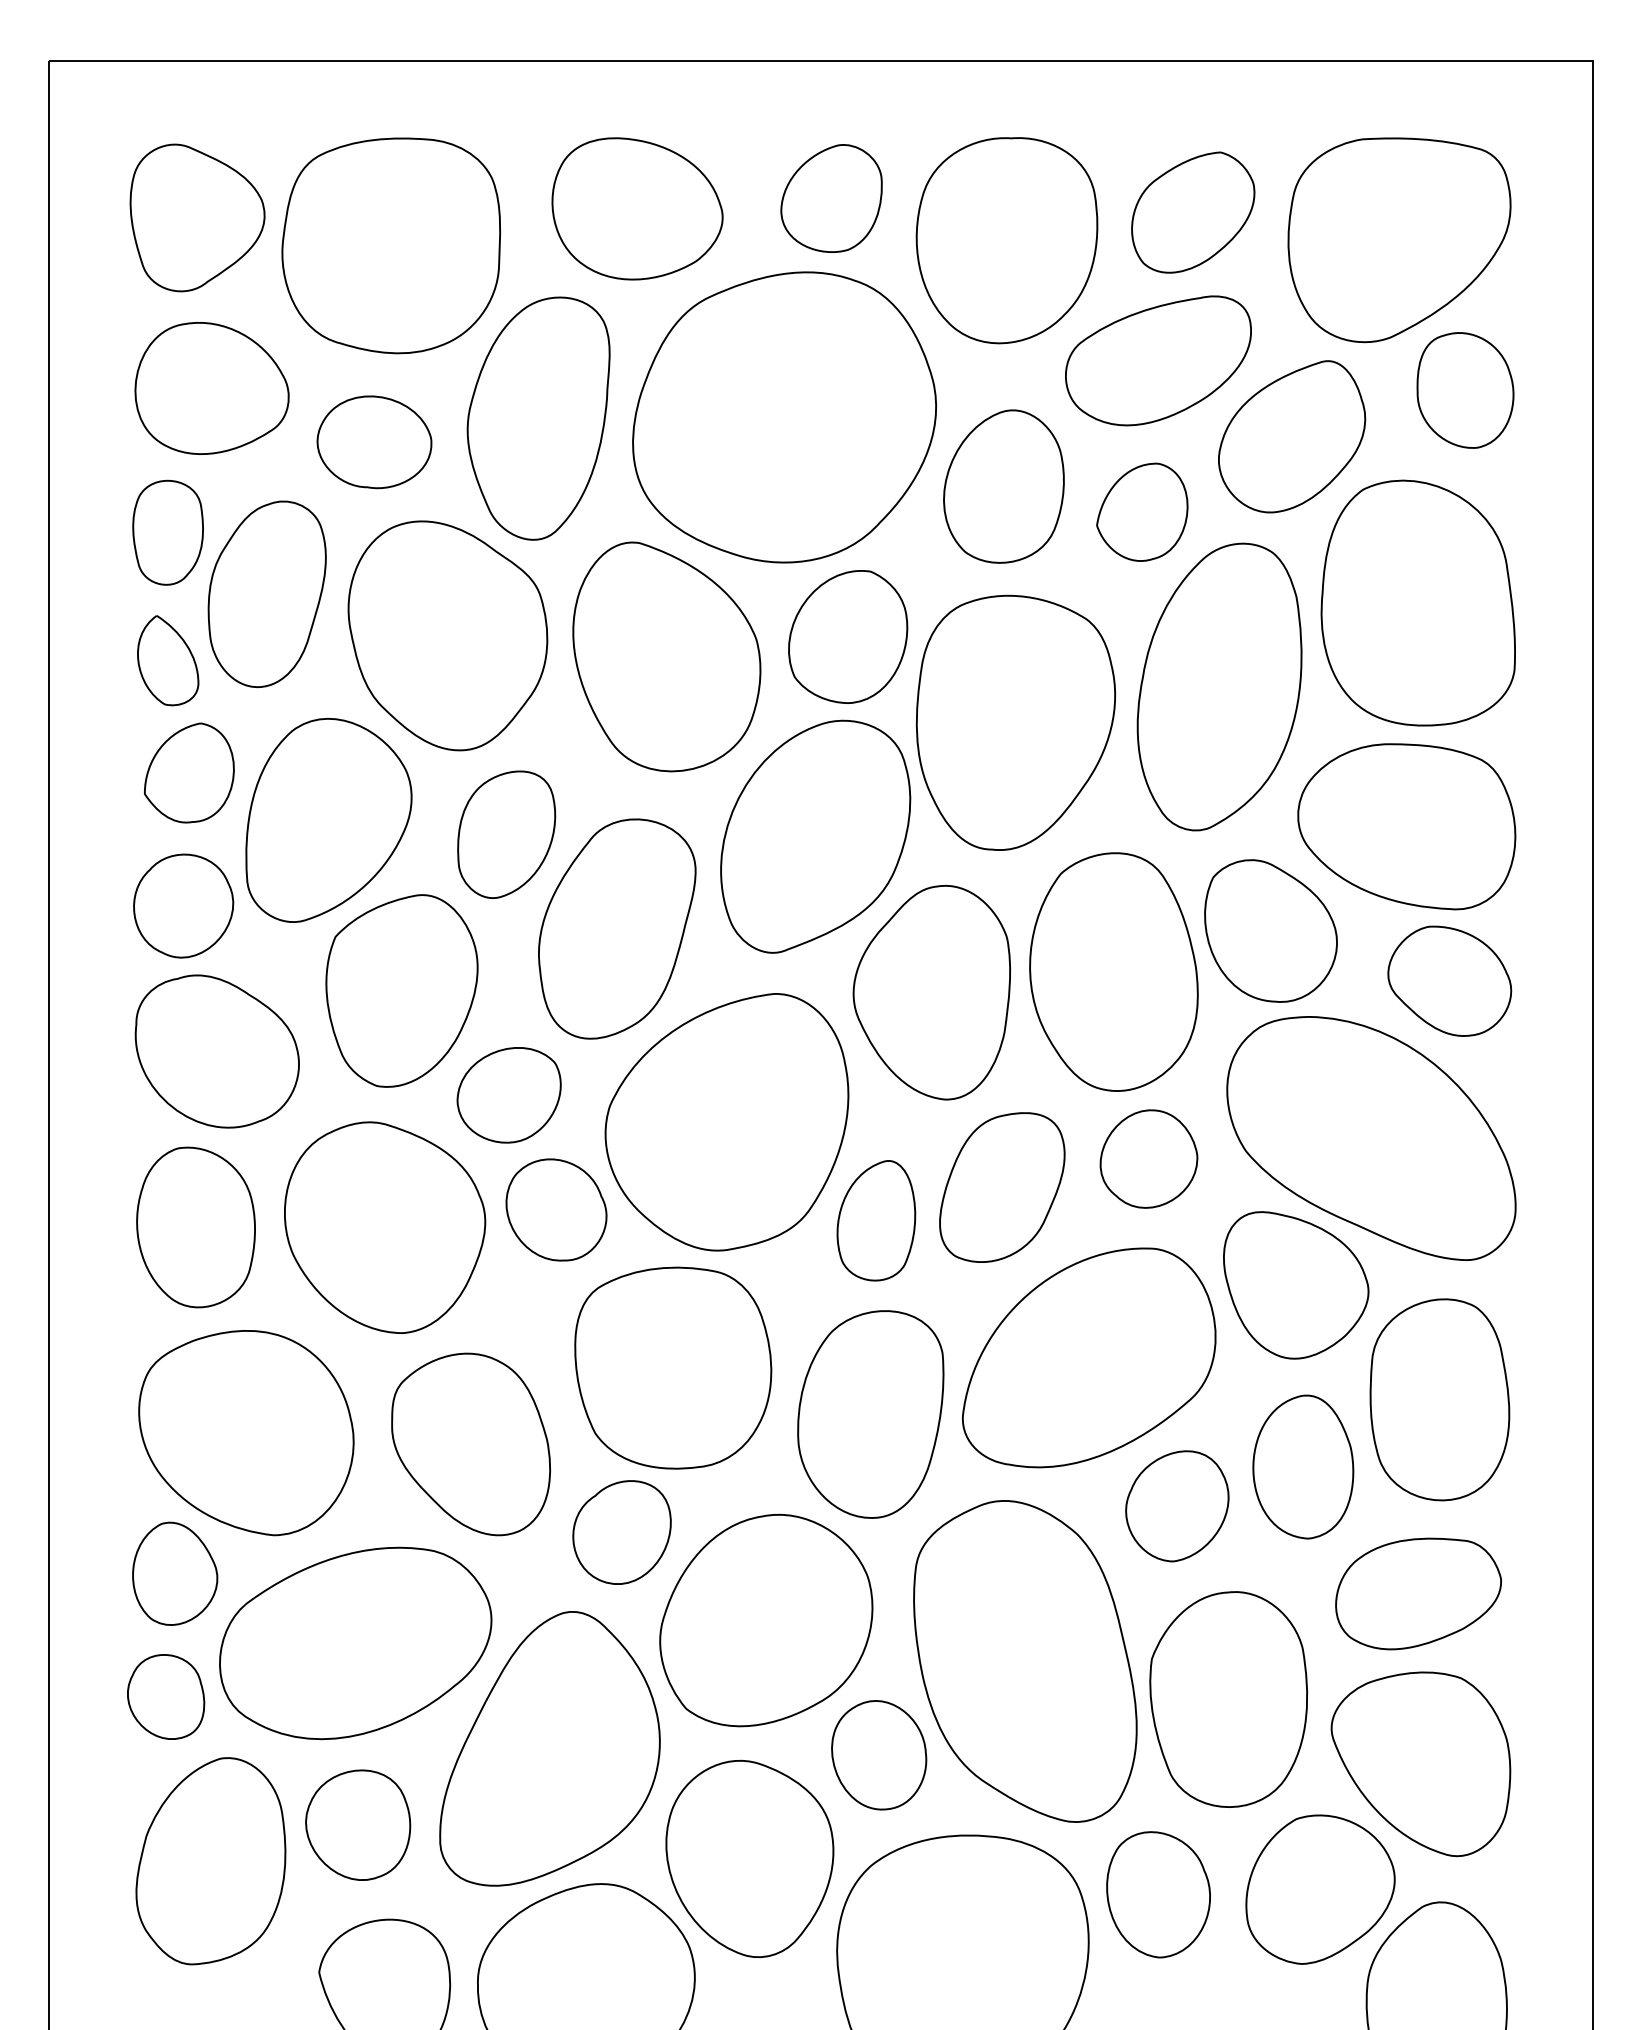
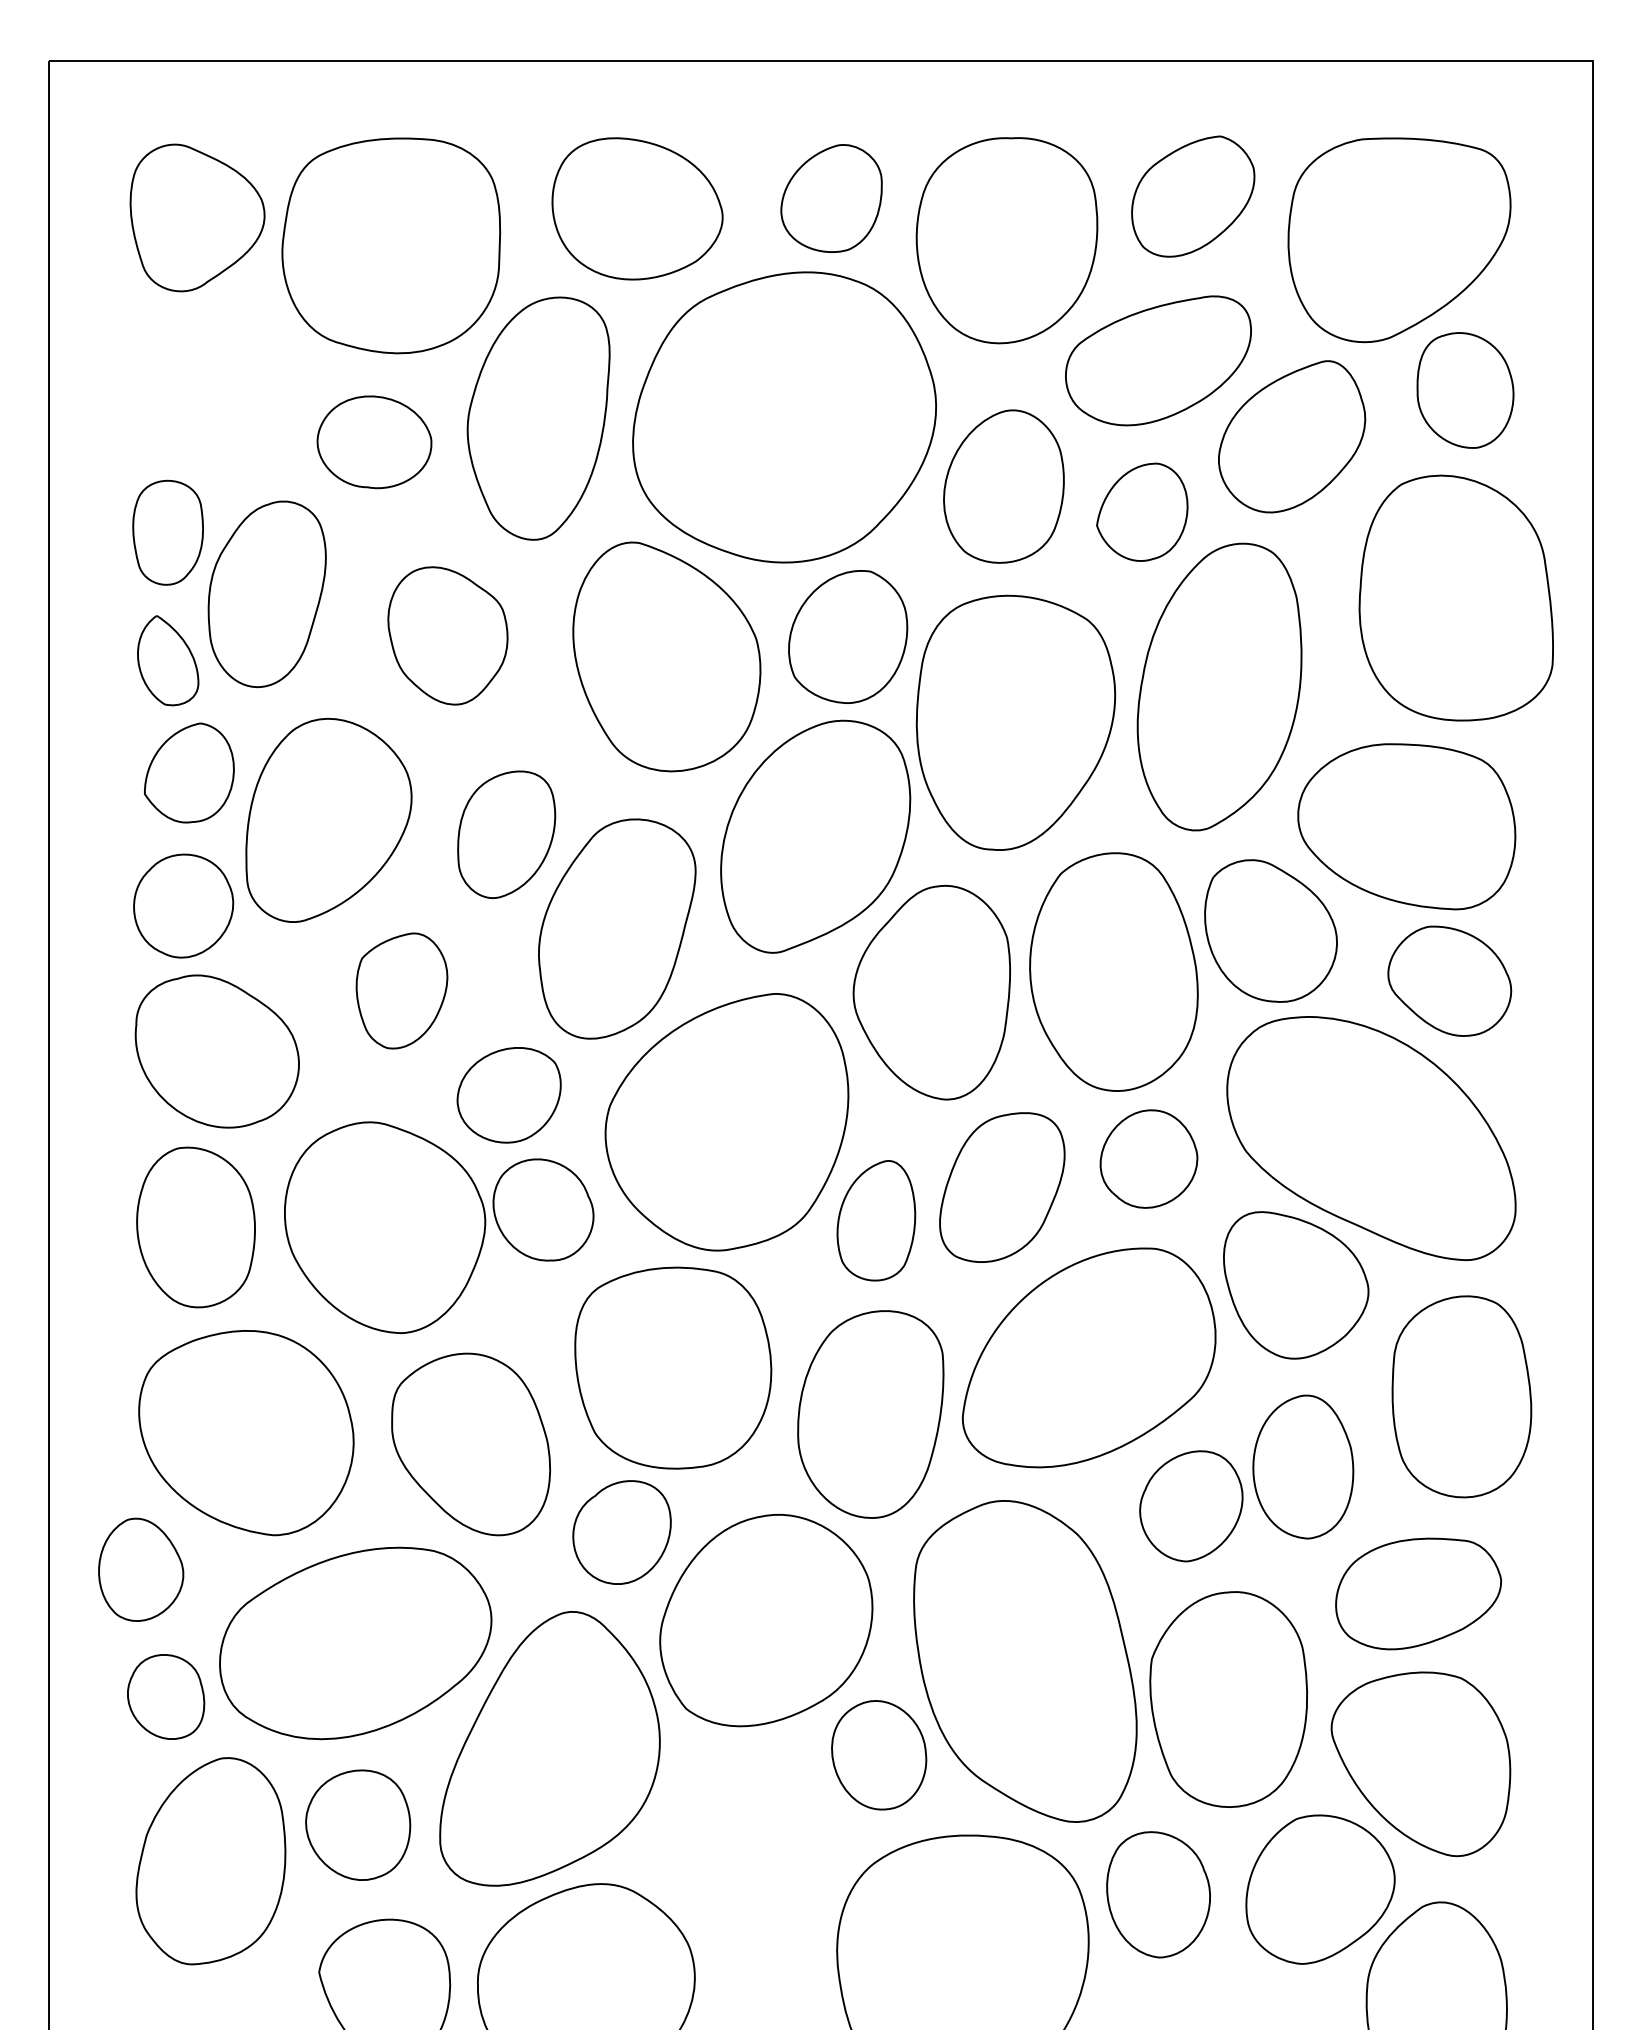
part at (1193, 212) position: (1193, 212) -> (1193, 196)
part at (211, 388): present -> none
part at (1417, 602) position: (1417, 602) -> (1455, 597)
part at (447, 635) size: 202x232 px -> 122x140 px
part at (401, 990) size: 154x194 px -> 94x118 px
part at (556, 1209) position: (556, 1209) -> (543, 1209)
part at (1439, 1399) position: (1439, 1399) -> (1461, 1396)
part at (1177, 1506) position: (1177, 1506) -> (1191, 1506)
part at (175, 1573) position: (175, 1573) -> (141, 1569)
part at (749, 1858): present -> none
